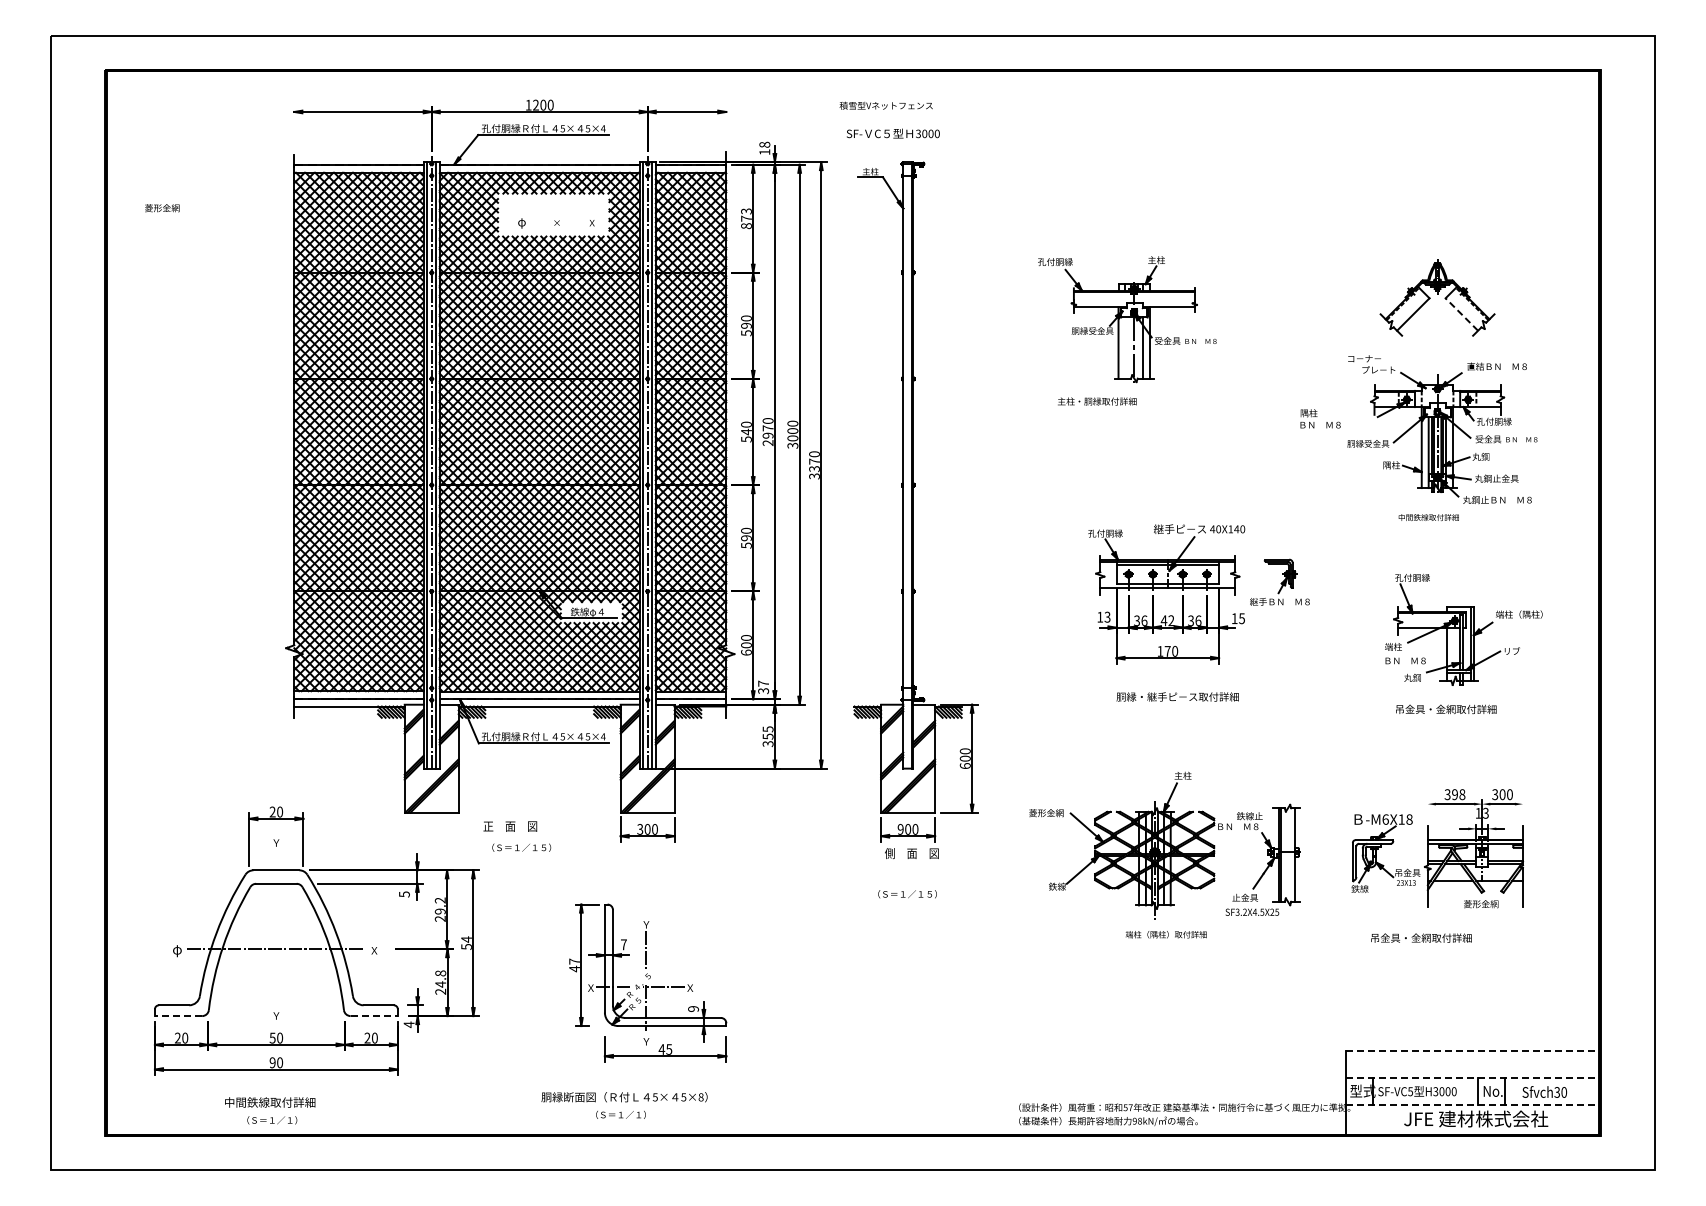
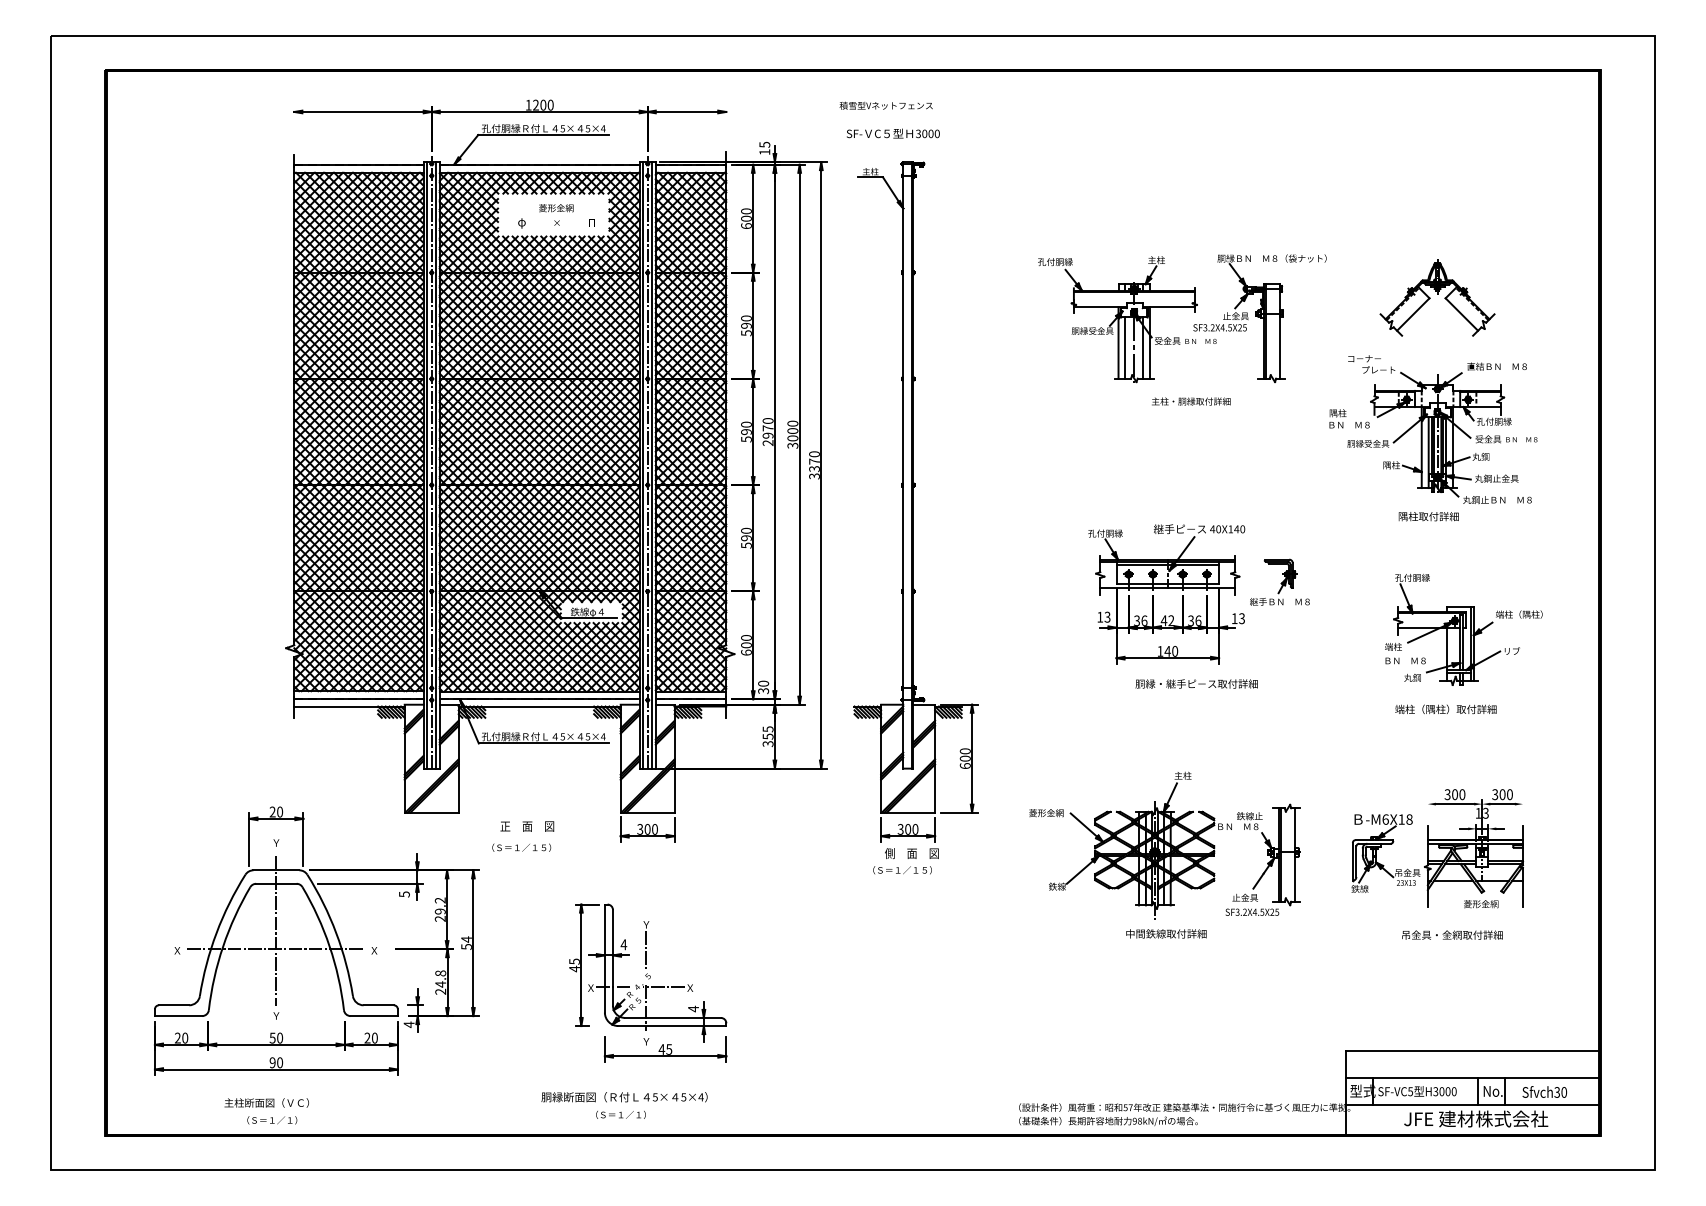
text at (764, 144): 18 -> 15
text at (162, 208) position: (162, 208) -> (556, 208)
text at (746, 218): 873 -> 600
text at (591, 222): Ｘ -> 目
line at (1461, 314): dashed -> solid
part at (1259, 318): none -> present
line at (1125, 347): none -> present
text at (1097, 401) position: (1097, 401) -> (1191, 401)
text at (1320, 418) position: (1320, 418) -> (1349, 418)
text at (746, 431): 540 -> 590
text at (1428, 516): 中間鉄線取付詳細 -> 隅柱取付詳細
text at (1241, 617): 15 -> 13
text at (1167, 651): 170 -> 140
text at (763, 683): 37 -> 30
text at (1177, 696) position: (1177, 696) -> (1196, 683)
text at (1425, 709): 吊金具・金網取付詳細 -> 端柱（隅柱）取付詳細
text at (1458, 794): 398 -> 300
text at (510, 826) position: (510, 826) -> (527, 826)
text at (900, 829): 900 -> 300
text at (907, 894) position: (907, 894) -> (902, 870)
line at (276, 930): none -> present
text at (1165, 933): 端柱（隅柱）取付詳細 -> 中間鉄線取付詳細
text at (1421, 937) position: (1421, 937) -> (1452, 934)
text at (623, 944): 7 -> 4
text at (177, 951): φ -> Ｘ
text at (574, 961): 47 -> 45
text at (693, 1008): 9 -> 4
line at (178, 1016): dashed -> solid
line at (374, 1016): dashed -> solid
line at (1472, 1051): dashed -> solid
line at (1472, 1078): dashed -> solid
text at (700, 1097): 5×8 -> 5×4
text at (269, 1102): 中間鉄線取付詳細 -> 主柱断面図（ＶＣ）
line at (1472, 1105): dashed -> solid
